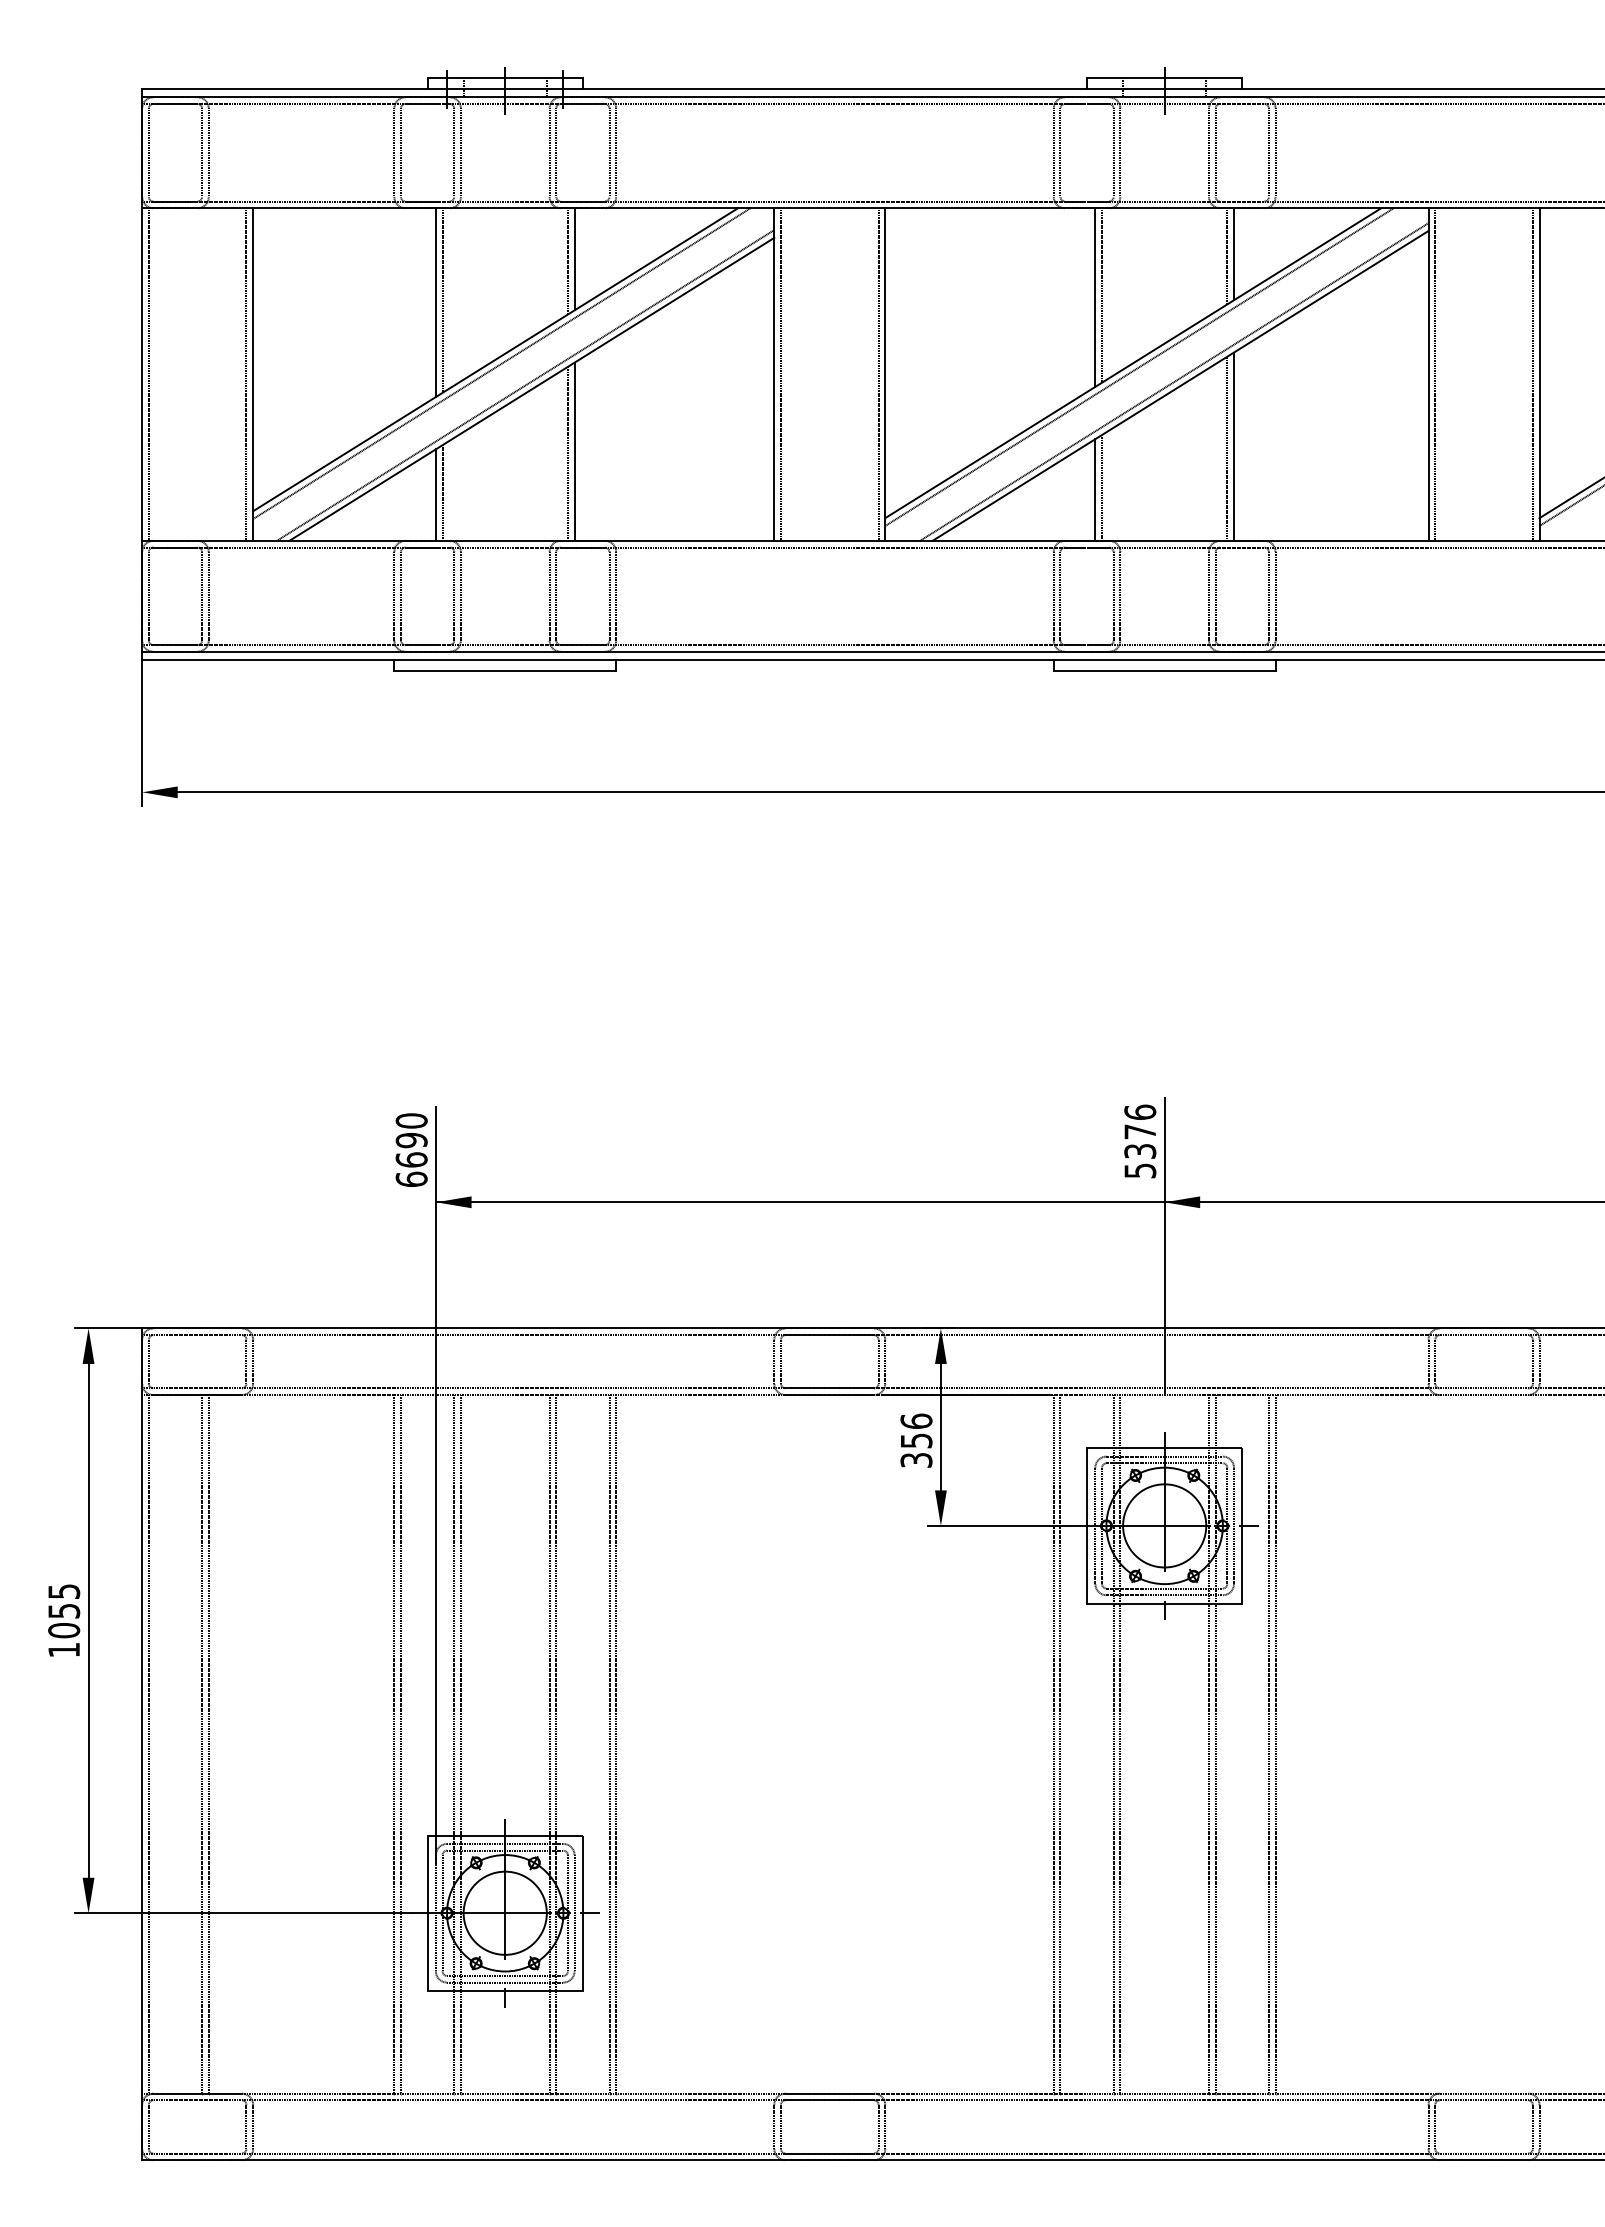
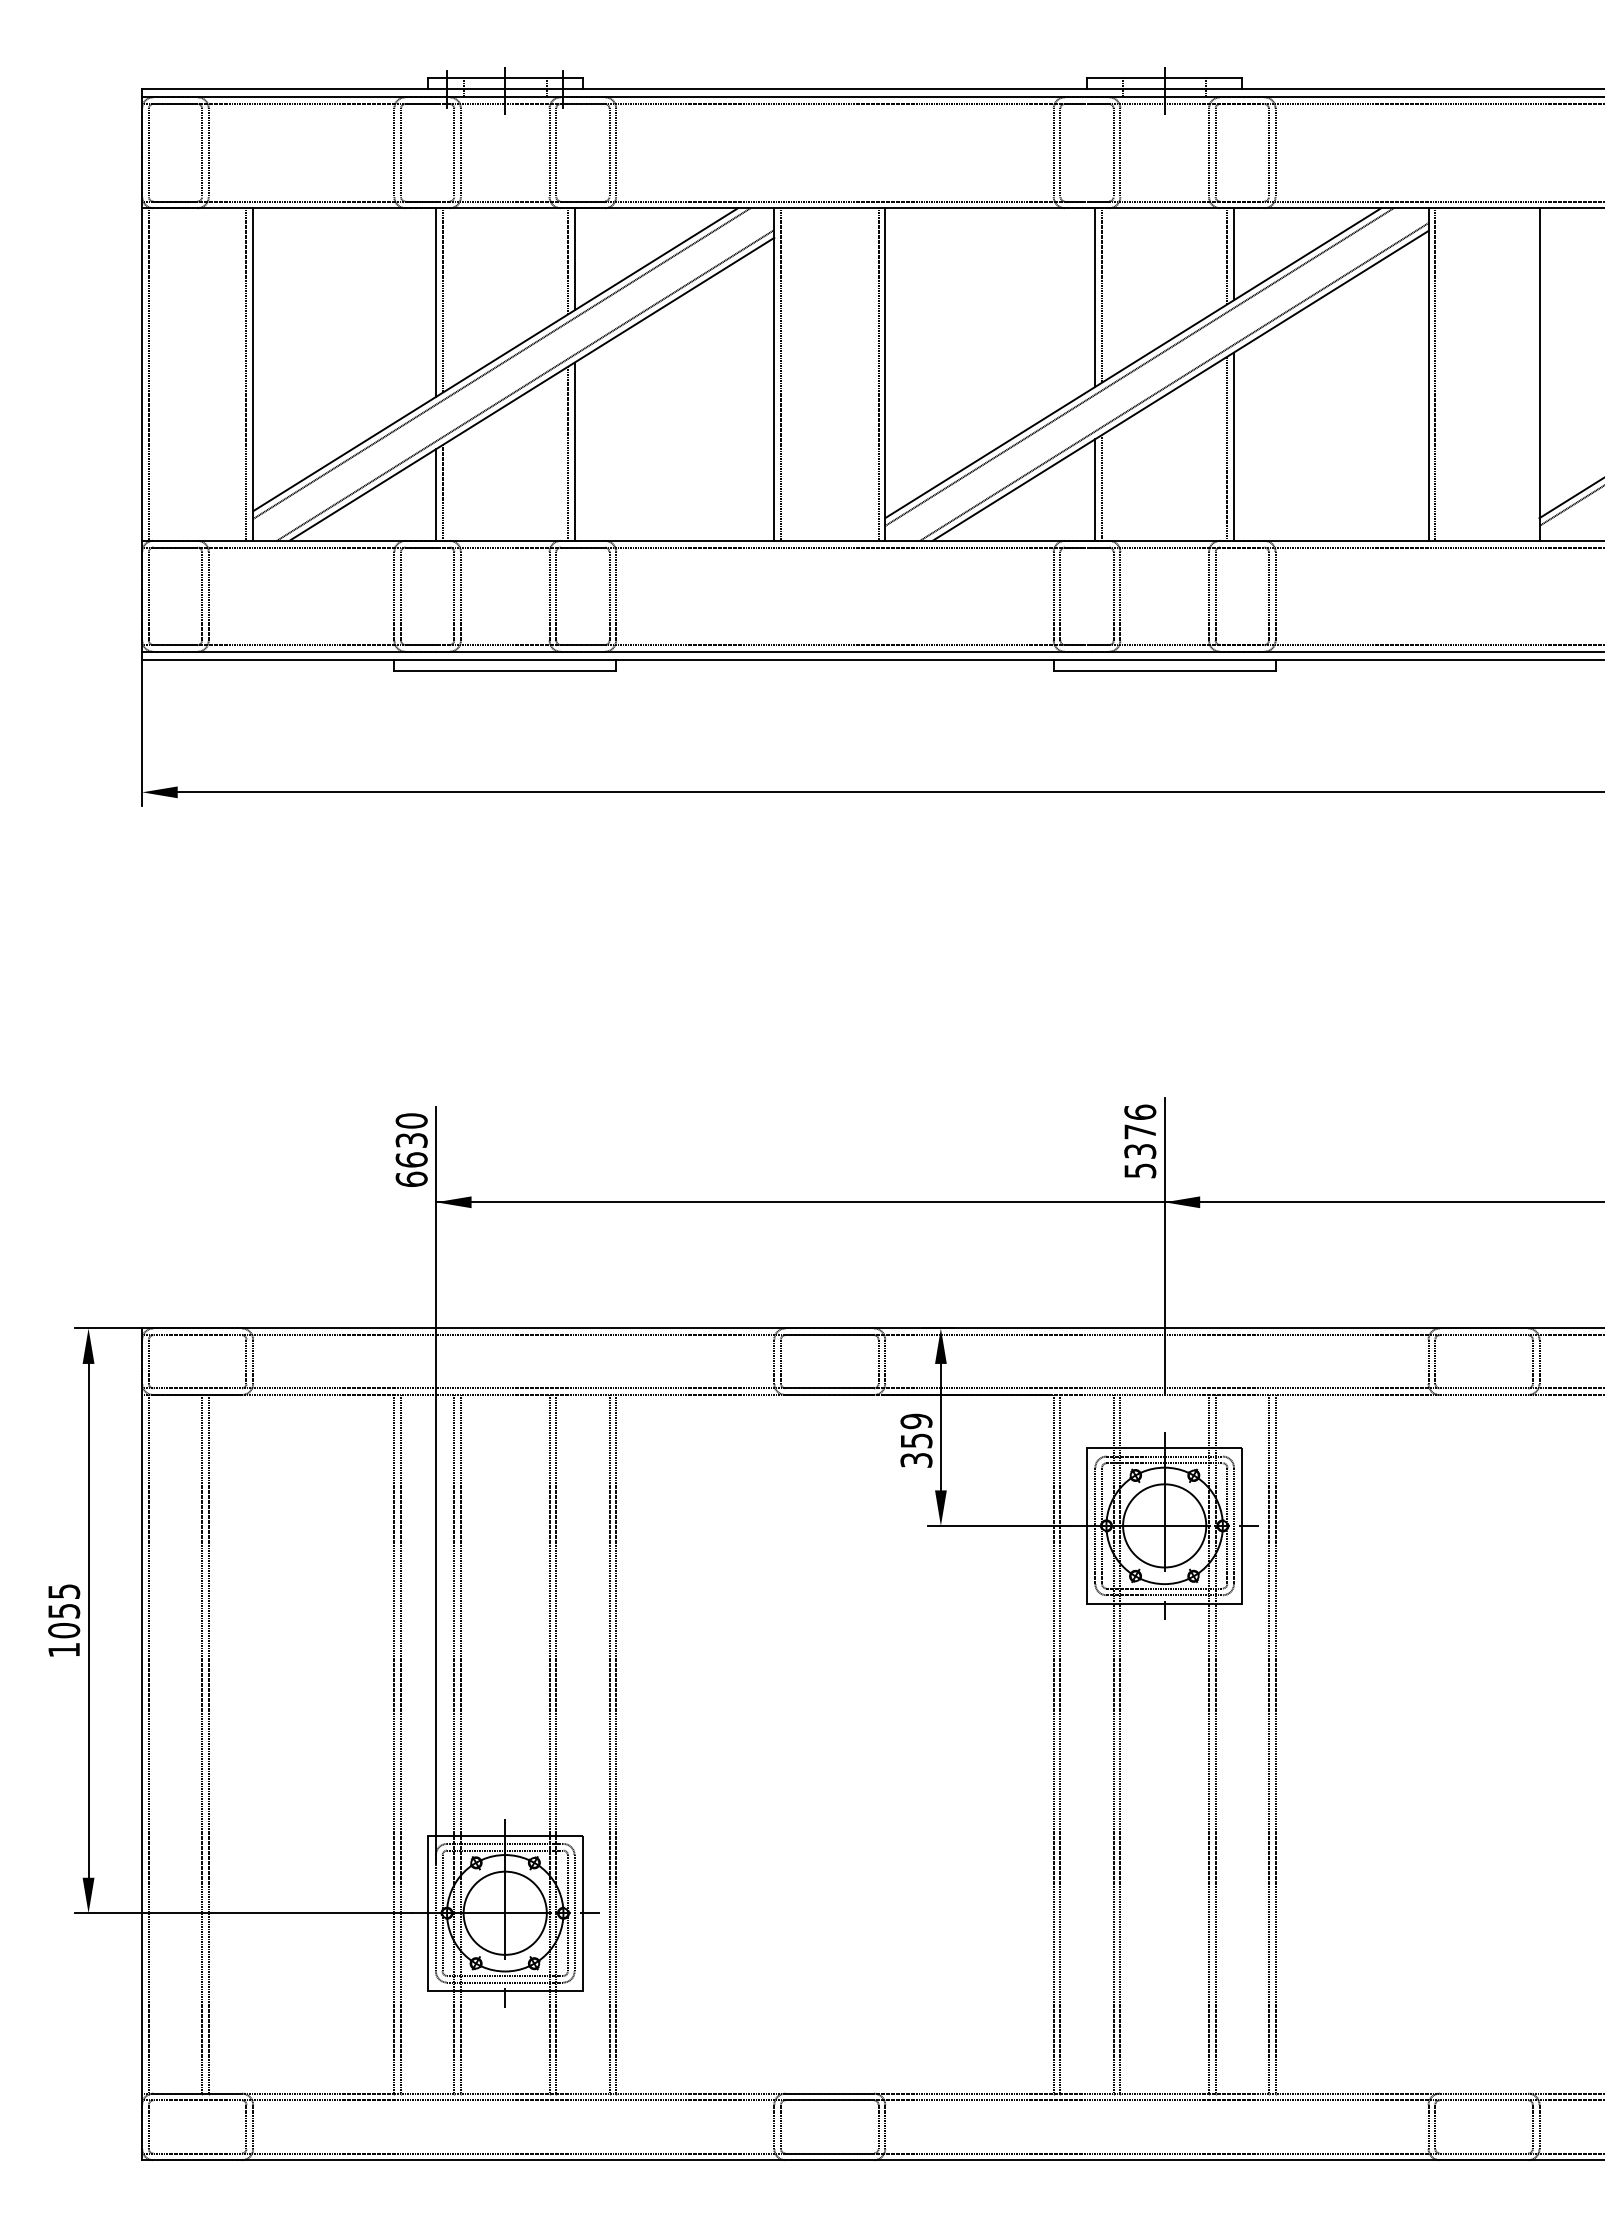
line at (1532, 374): present -> none
text at (411, 1140): 6690 -> 6630
text at (916, 1421): 356 -> 359
